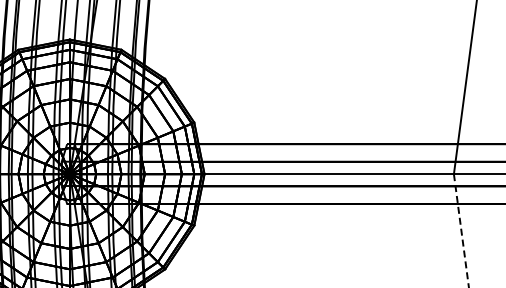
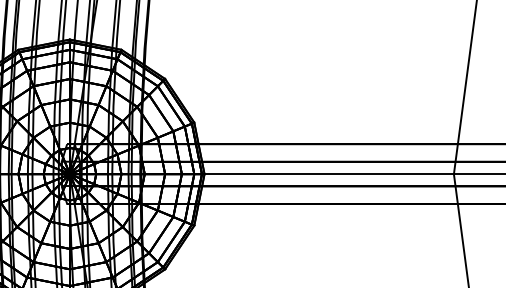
line at (461, 230): dashed -> solid
